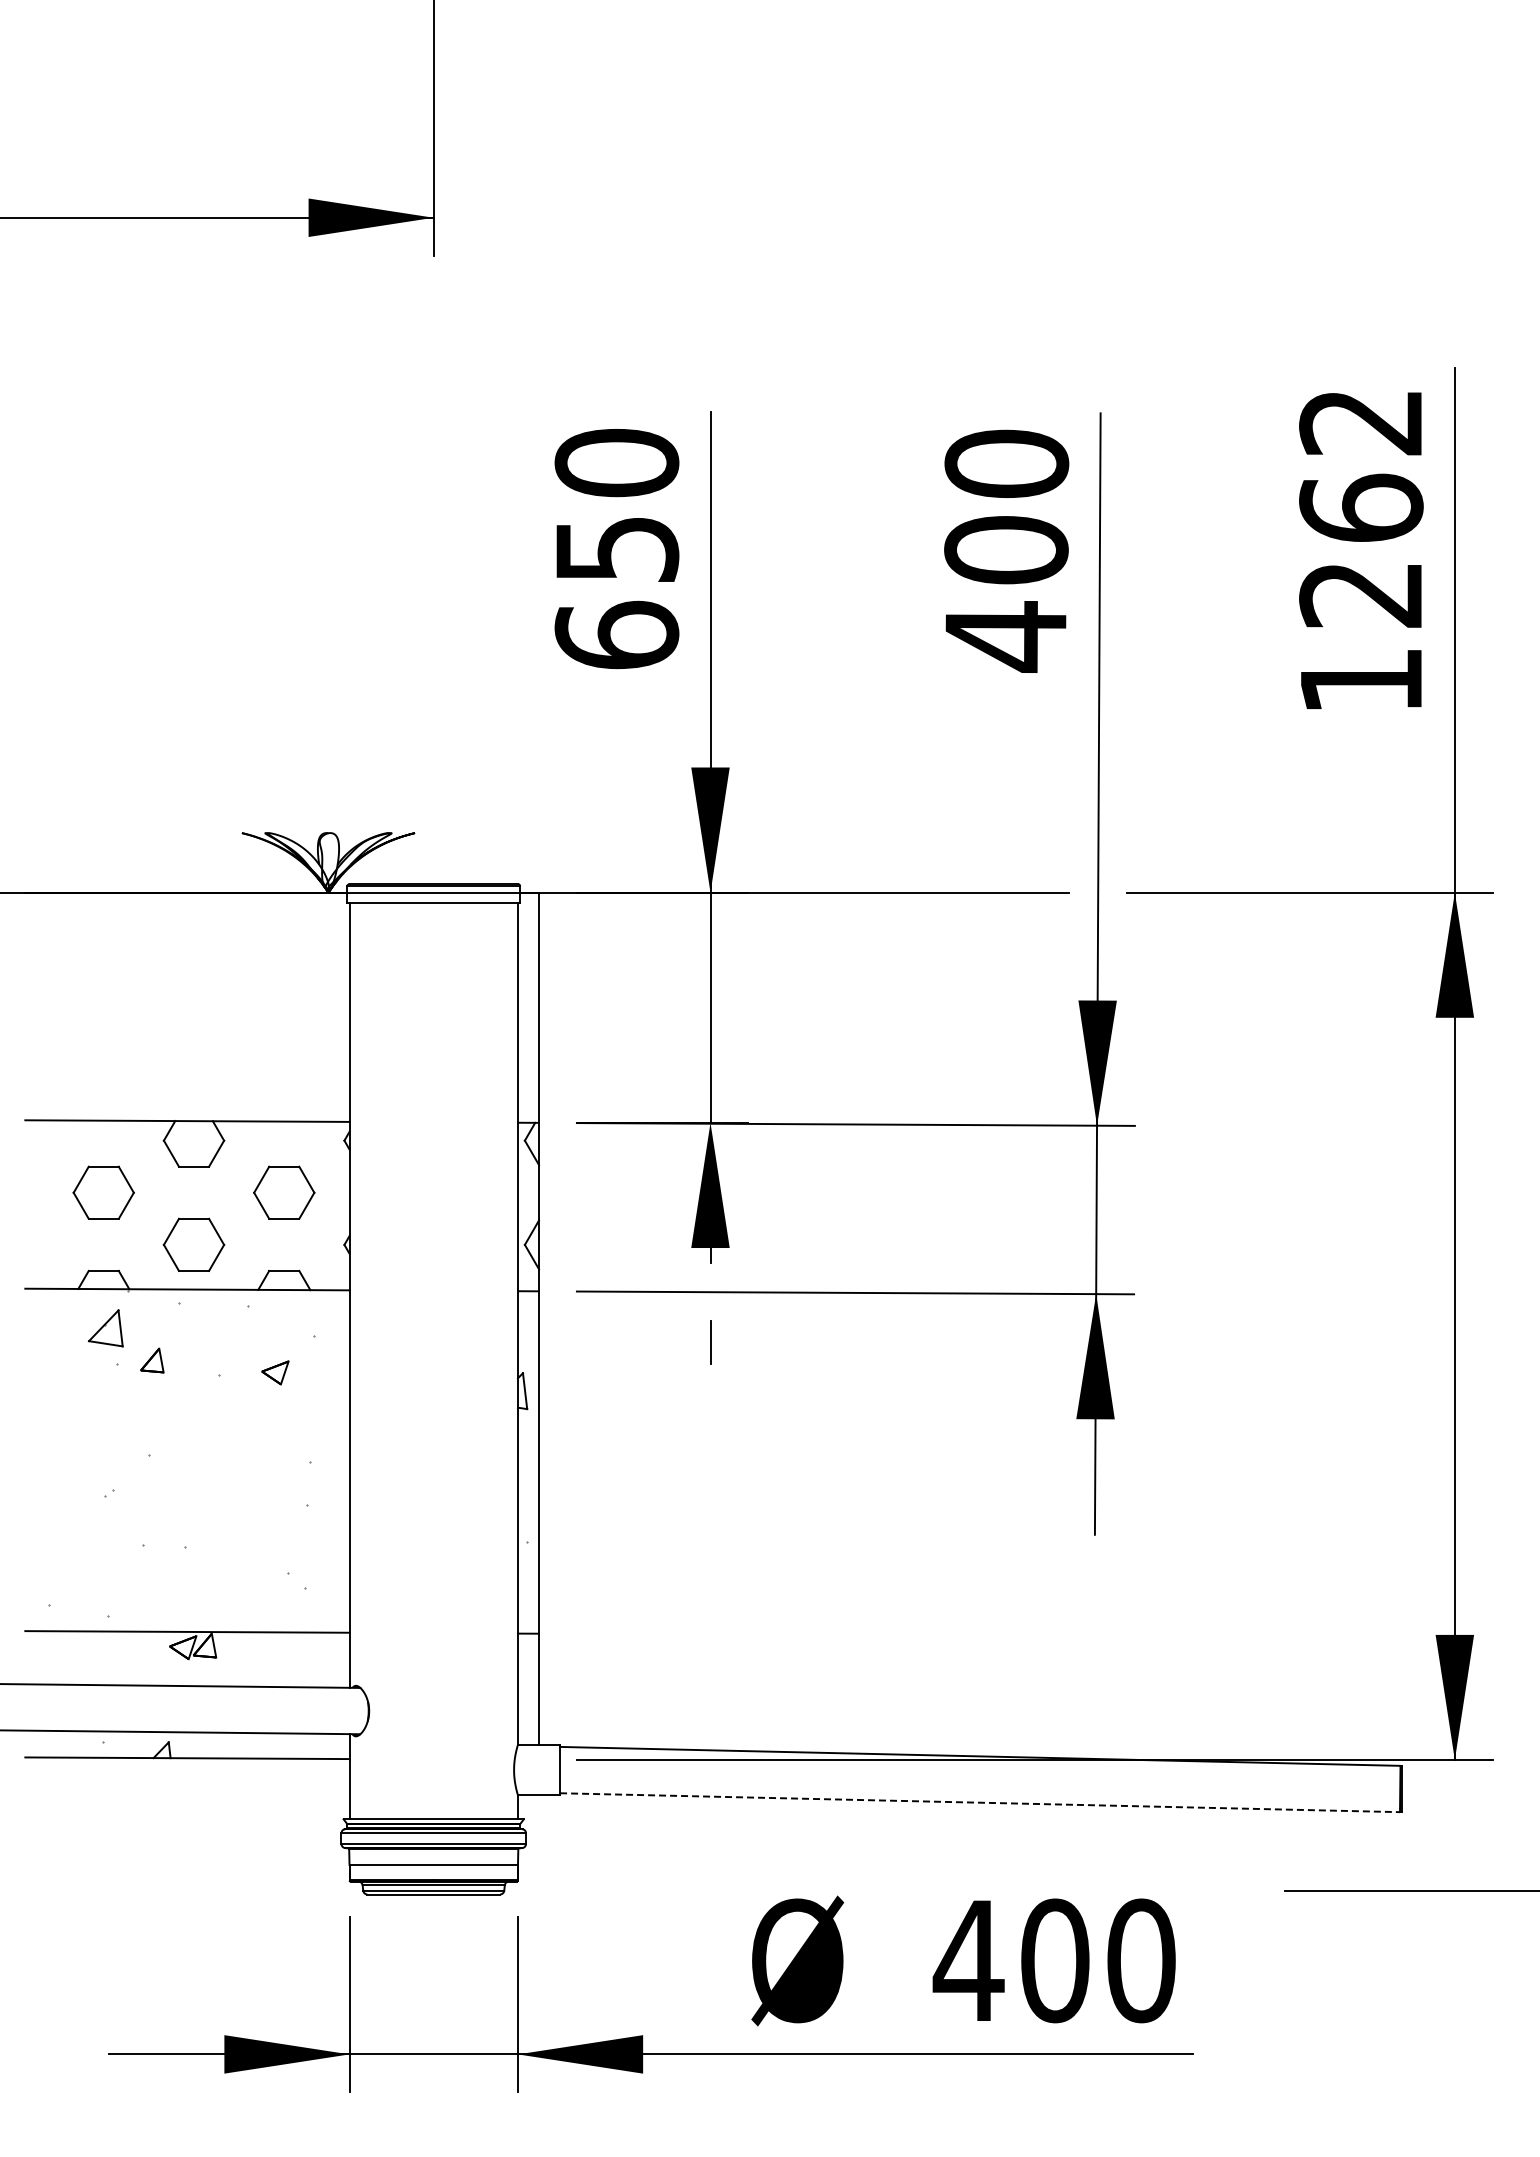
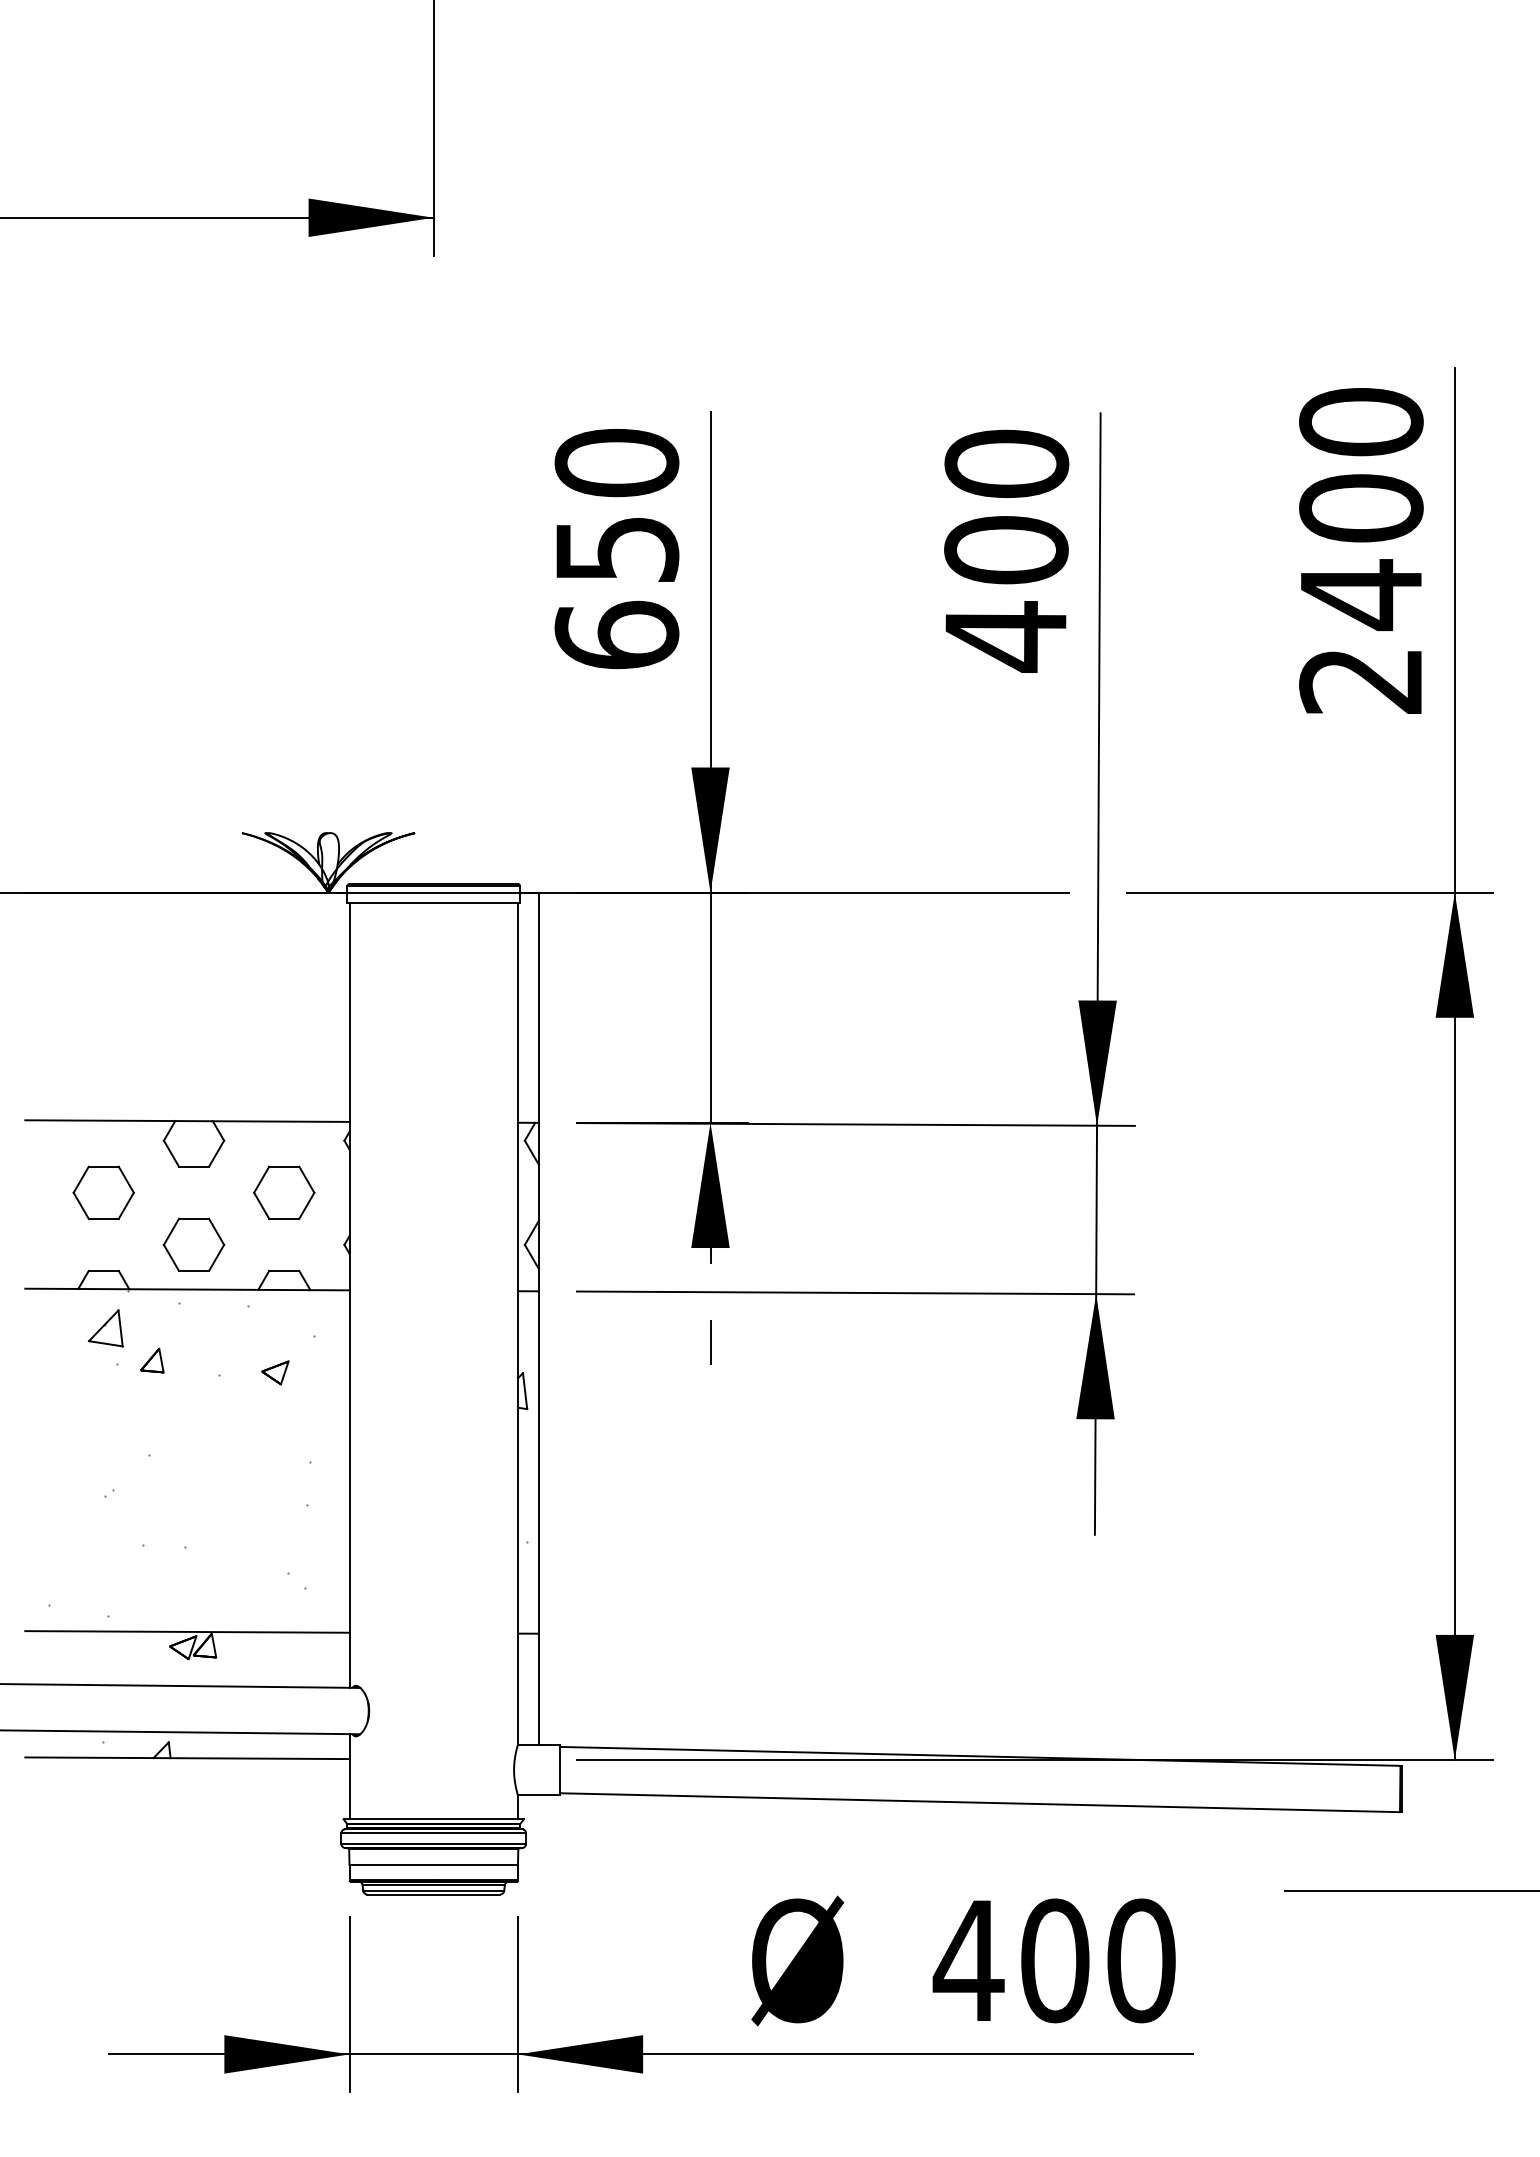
text at (1361, 550): 1262 -> 2400
line at (980, 1802): dashed -> solid
